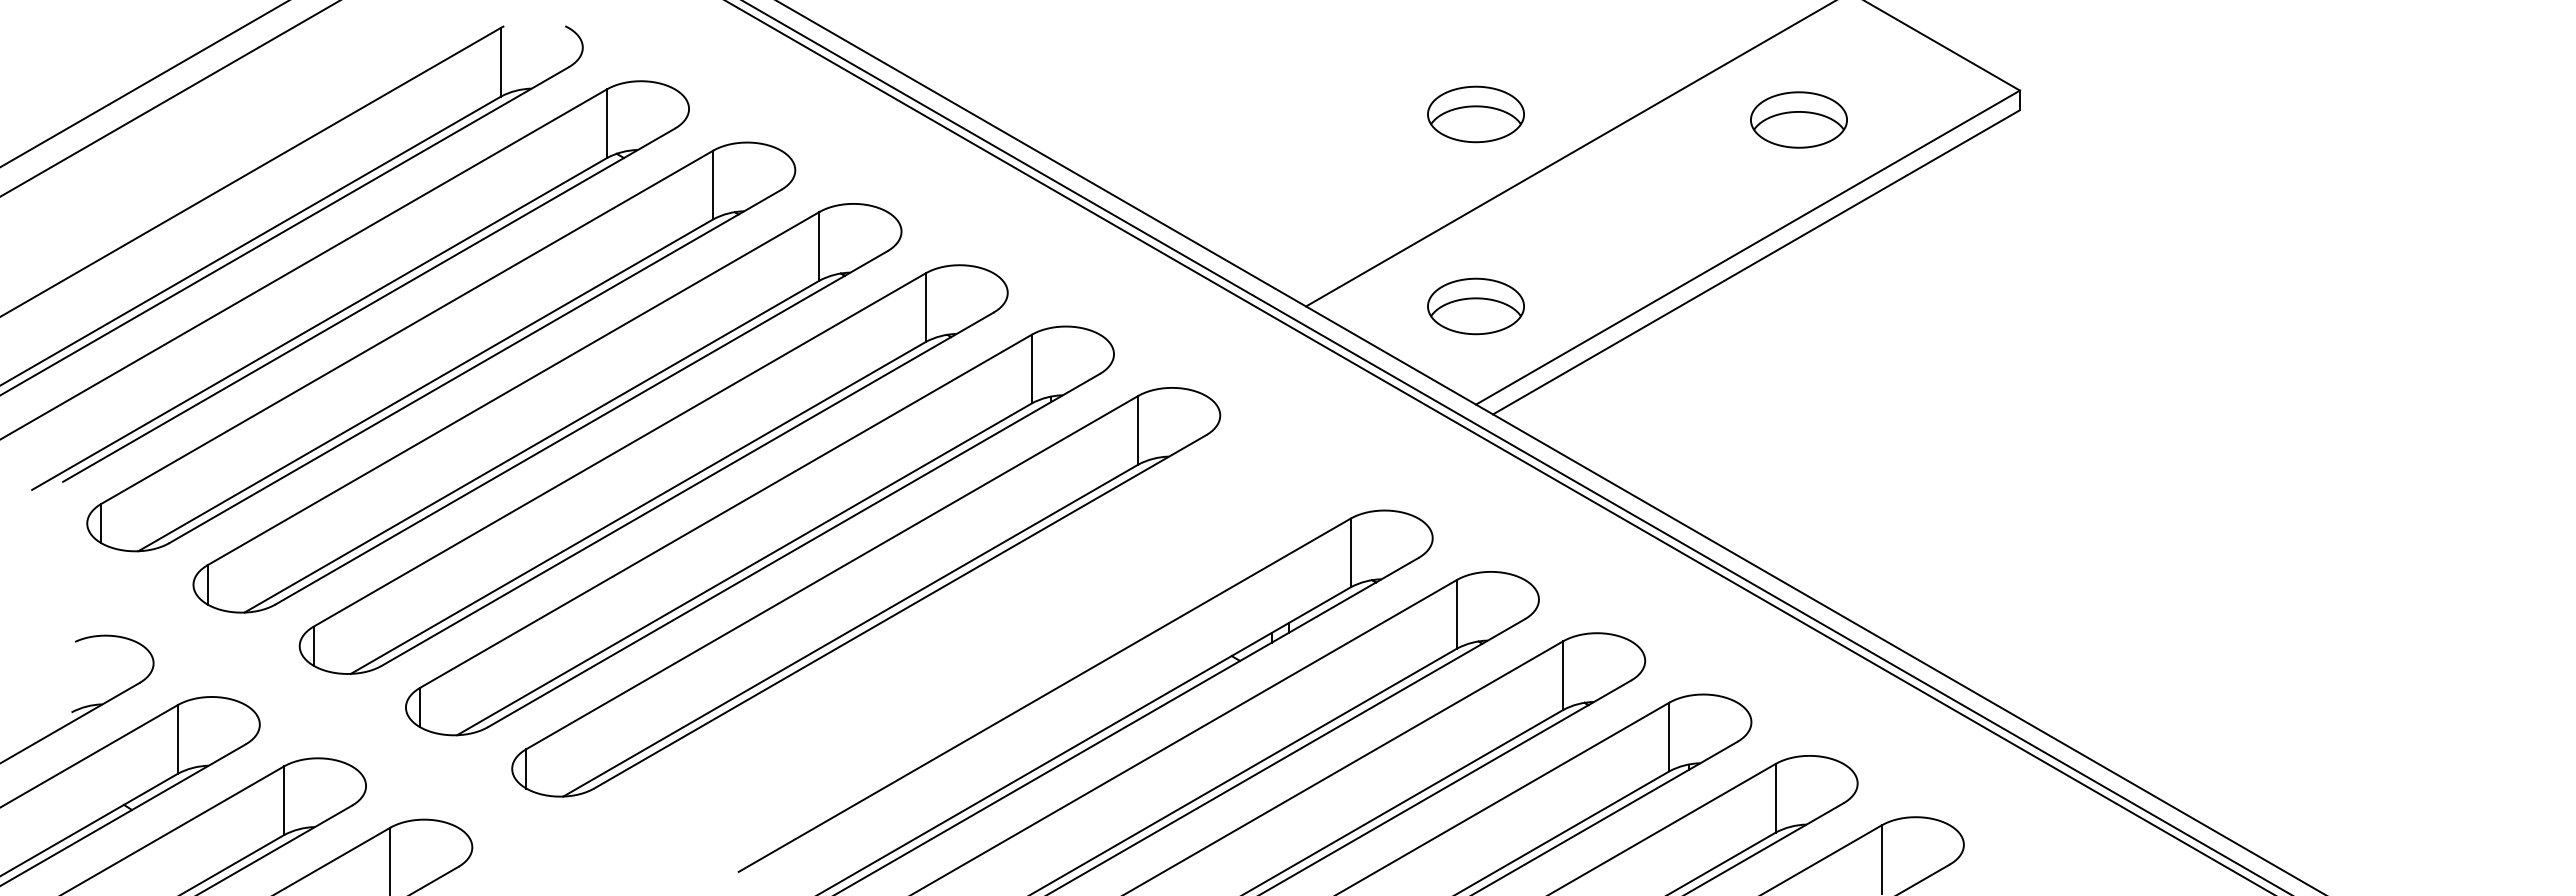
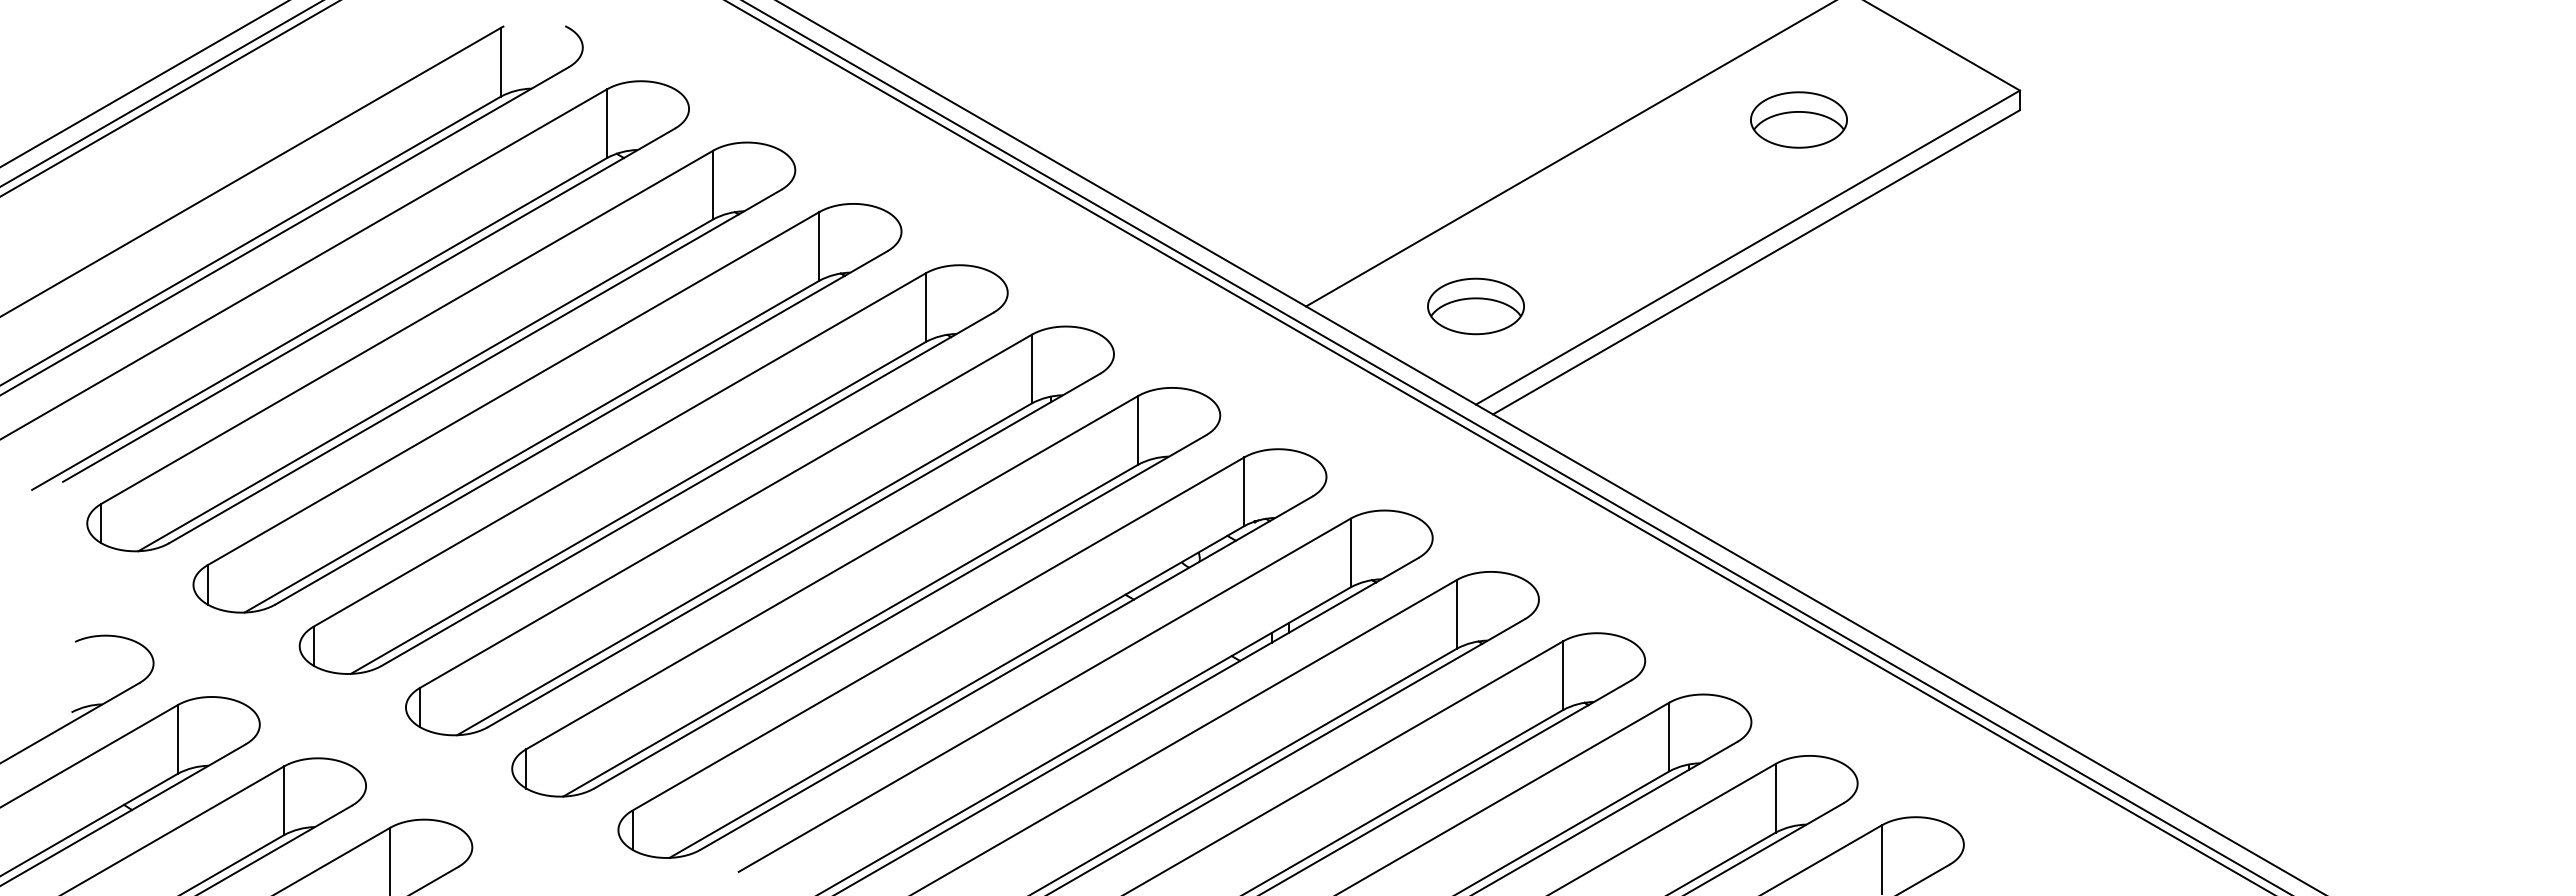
line at (161, 93): none -> present
part at (1475, 114): present -> none
part at (972, 653): none -> present
